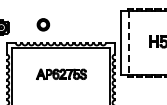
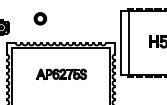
part at (43, 24) position: (43, 24) -> (40, 18)
line at (128, 43): dashed -> solid
